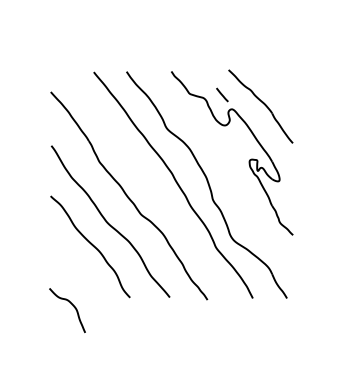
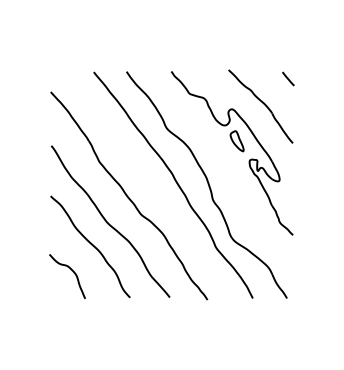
line at (222, 94) position: (222, 94) -> (288, 78)
part at (236, 141): none -> present
curve at (73, 307) position: (73, 307) -> (73, 273)
